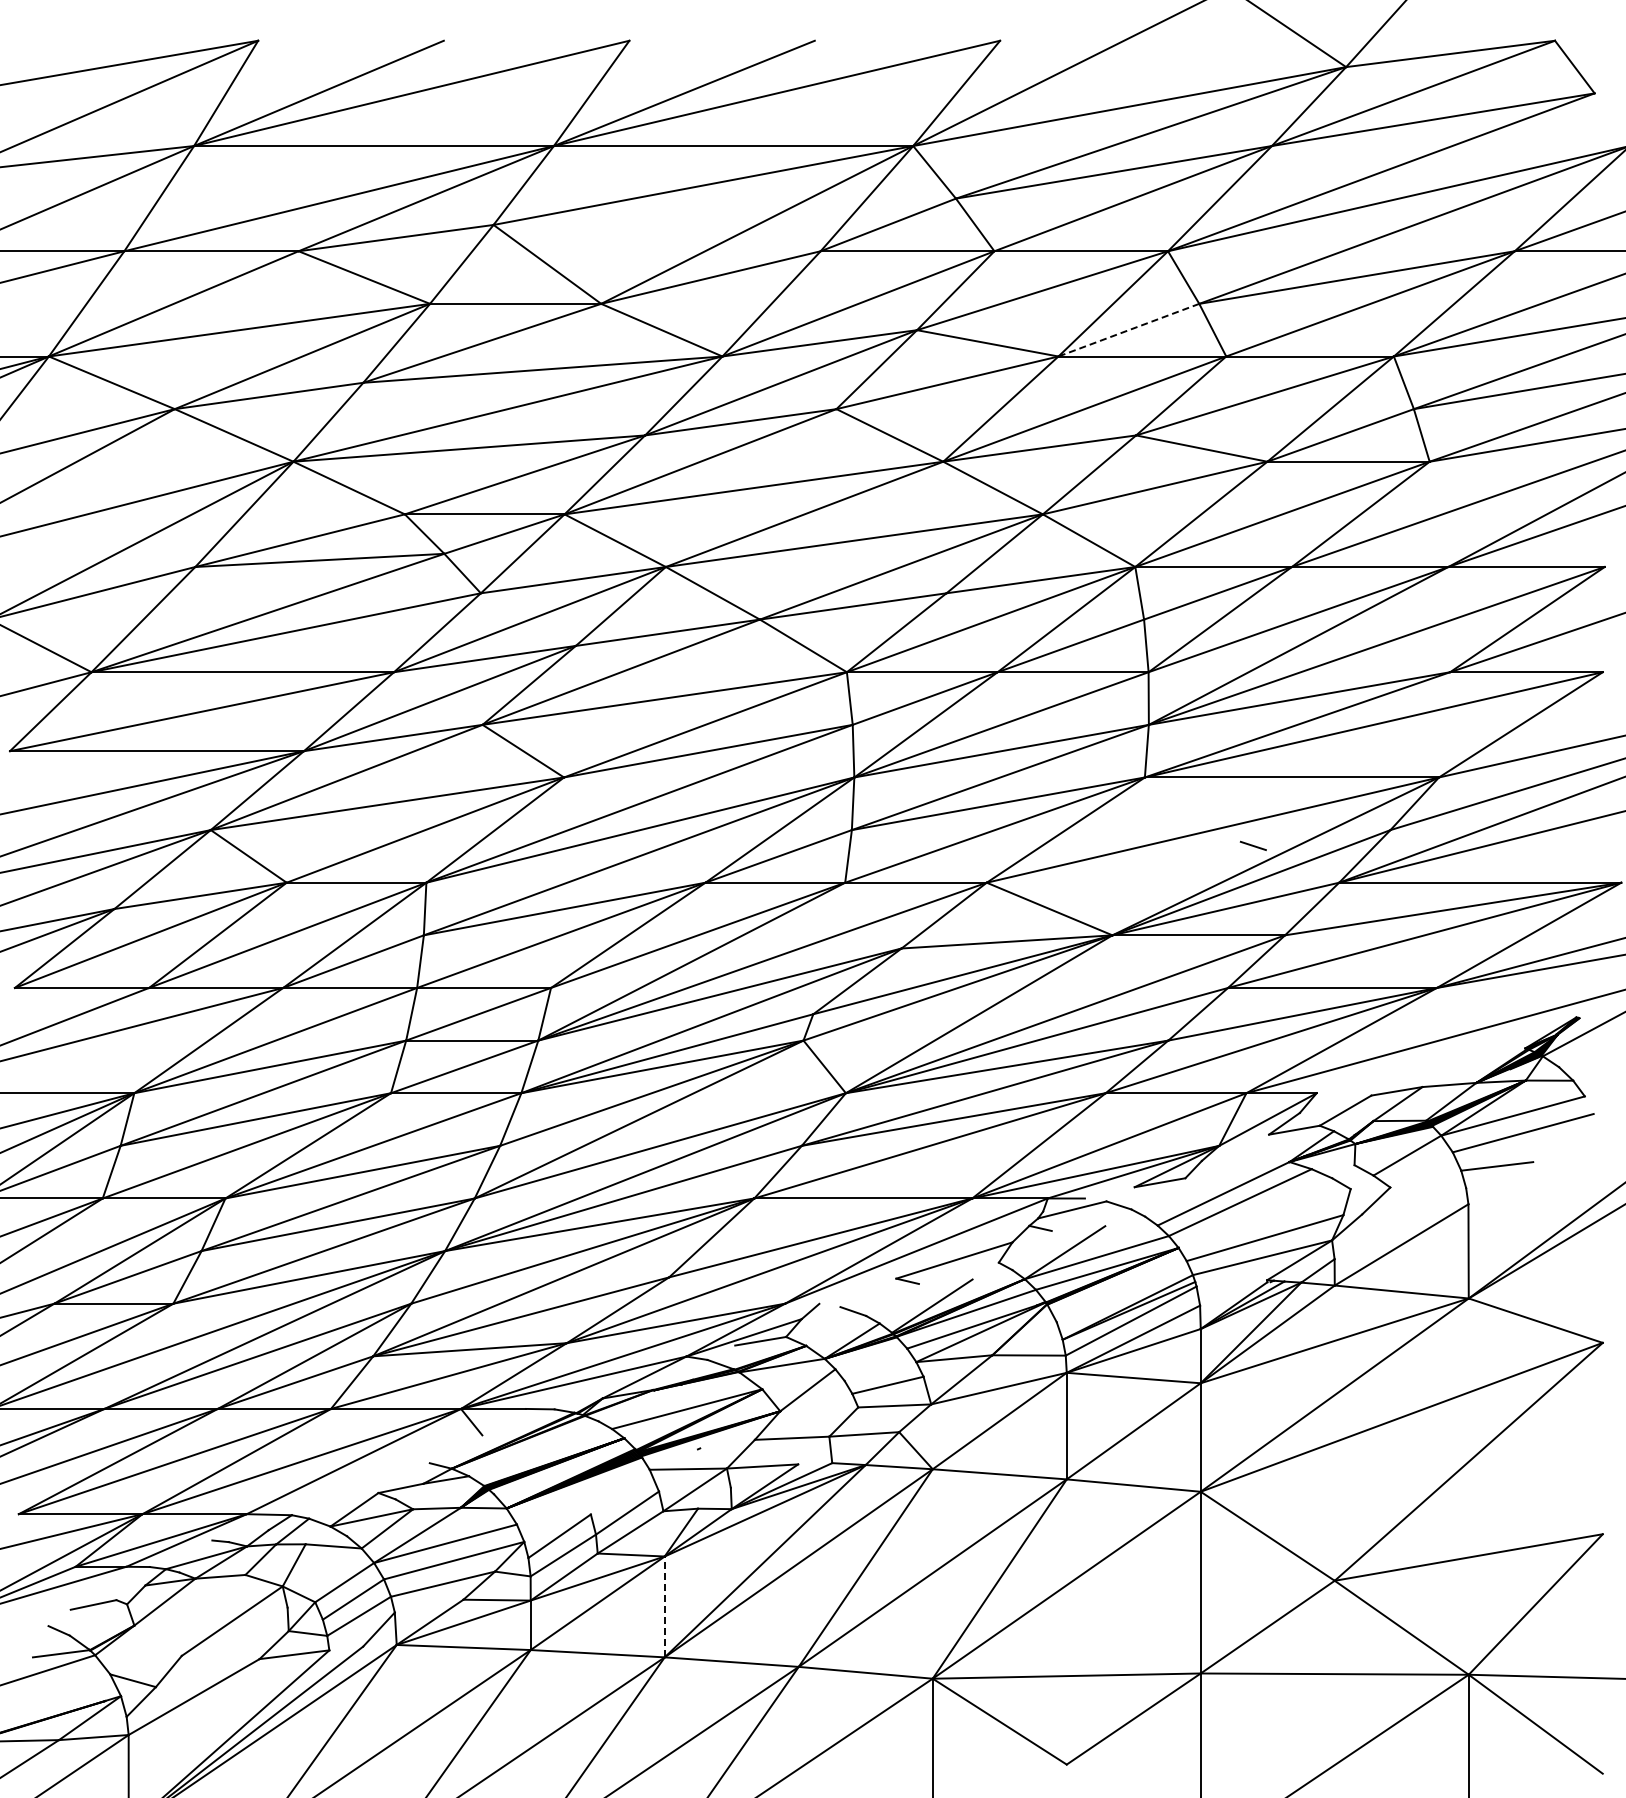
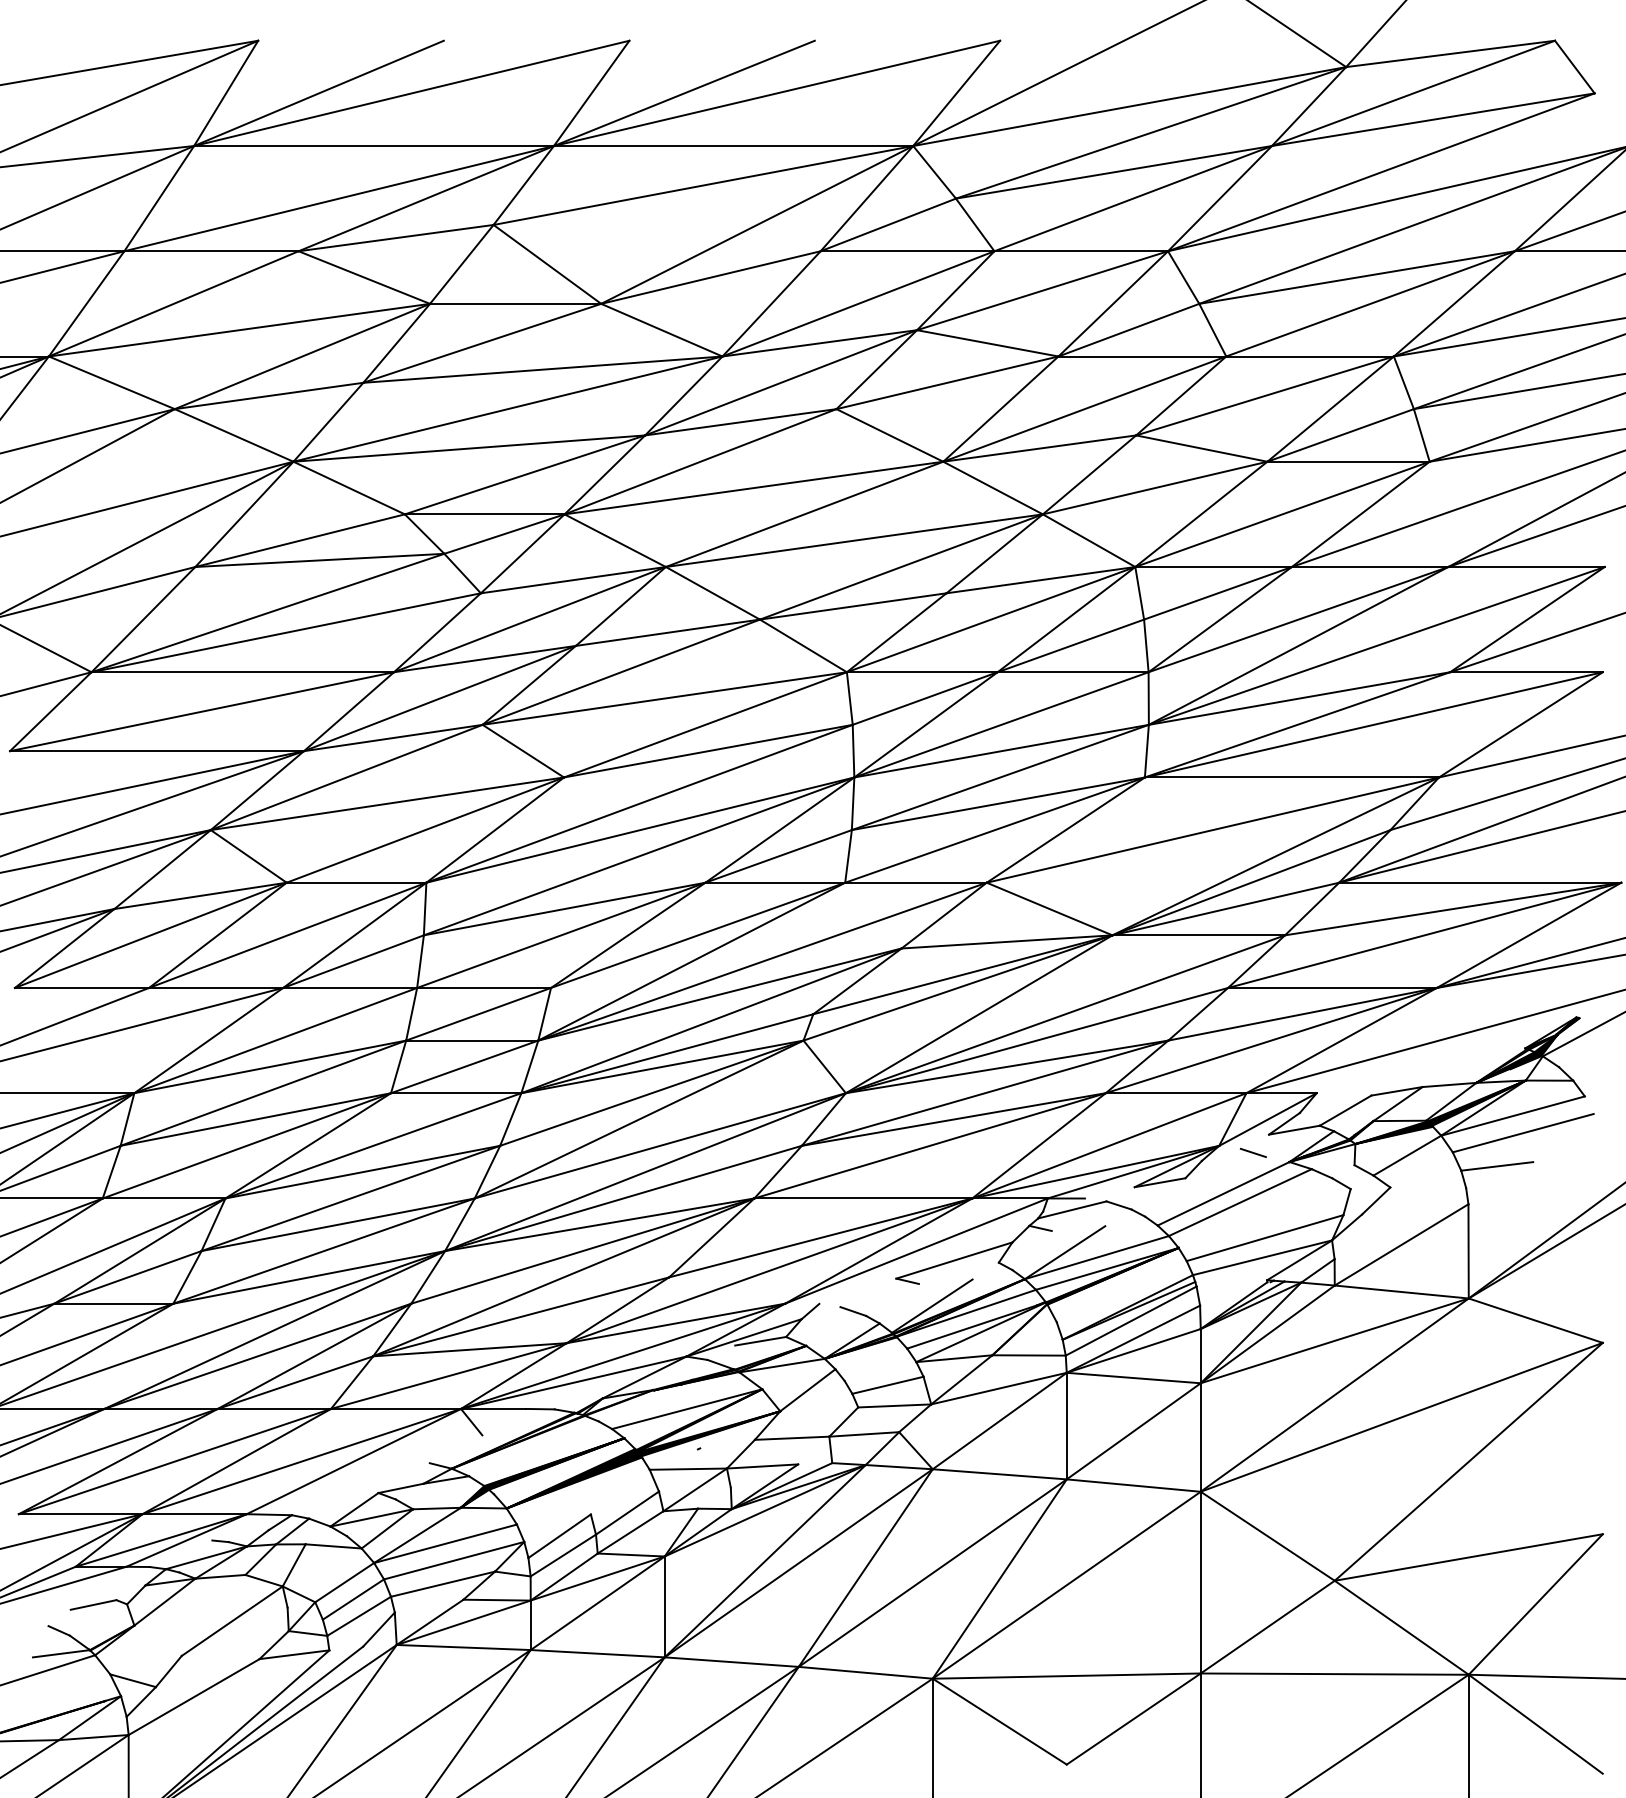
line at (1128, 330): dashed -> solid
line at (1252, 845) position: (1252, 845) -> (1252, 1152)
line at (664, 1606): dashed -> solid
